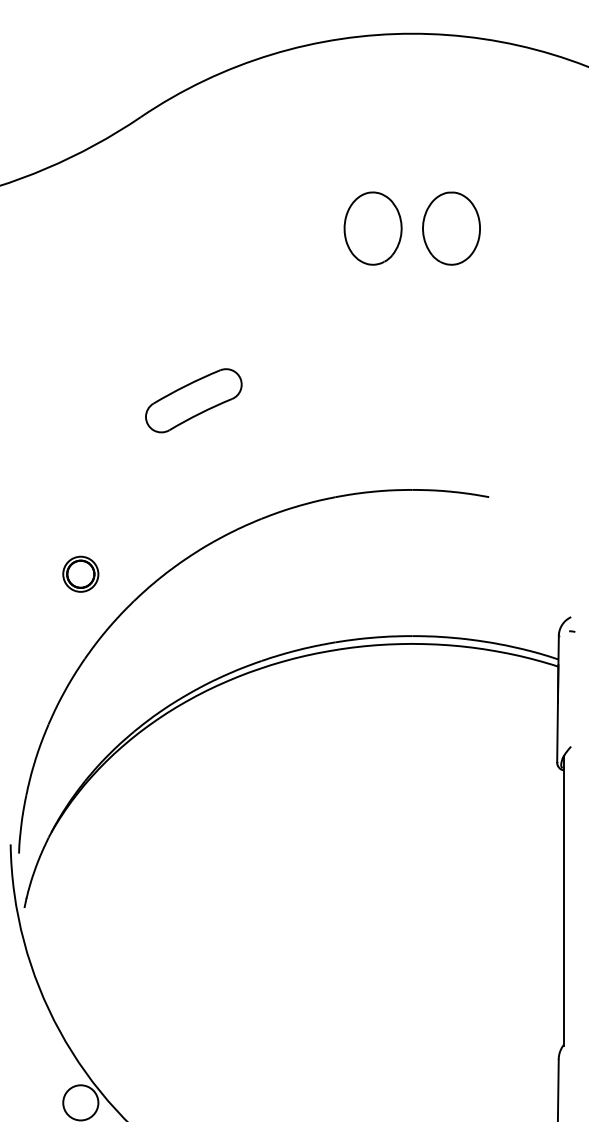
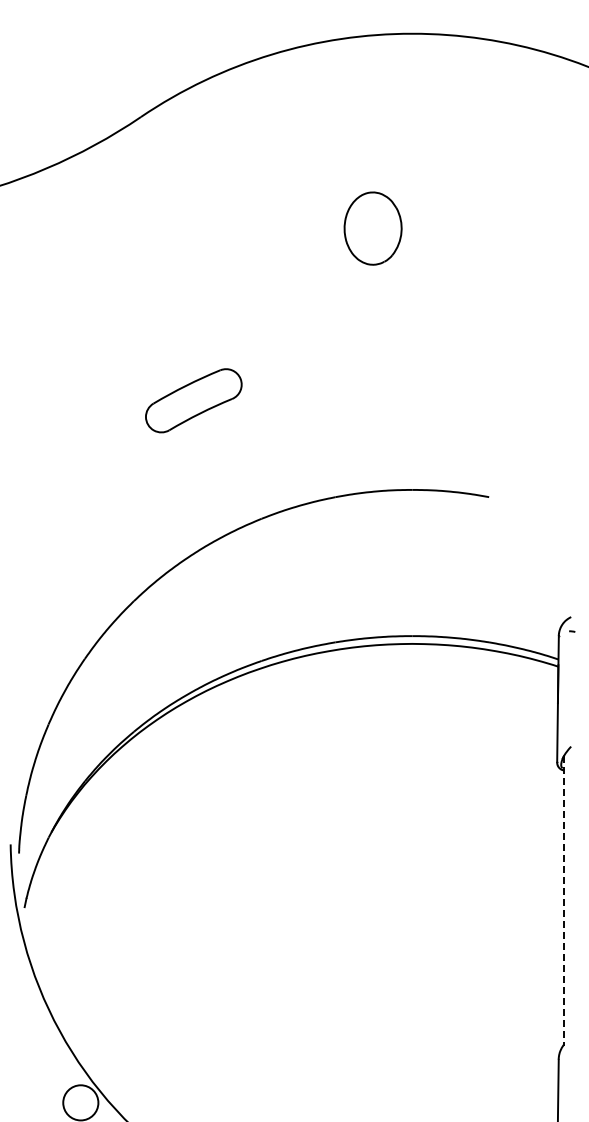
part at (451, 228): present -> none
part at (80, 573): present -> none
line at (563, 901): solid -> dashed
